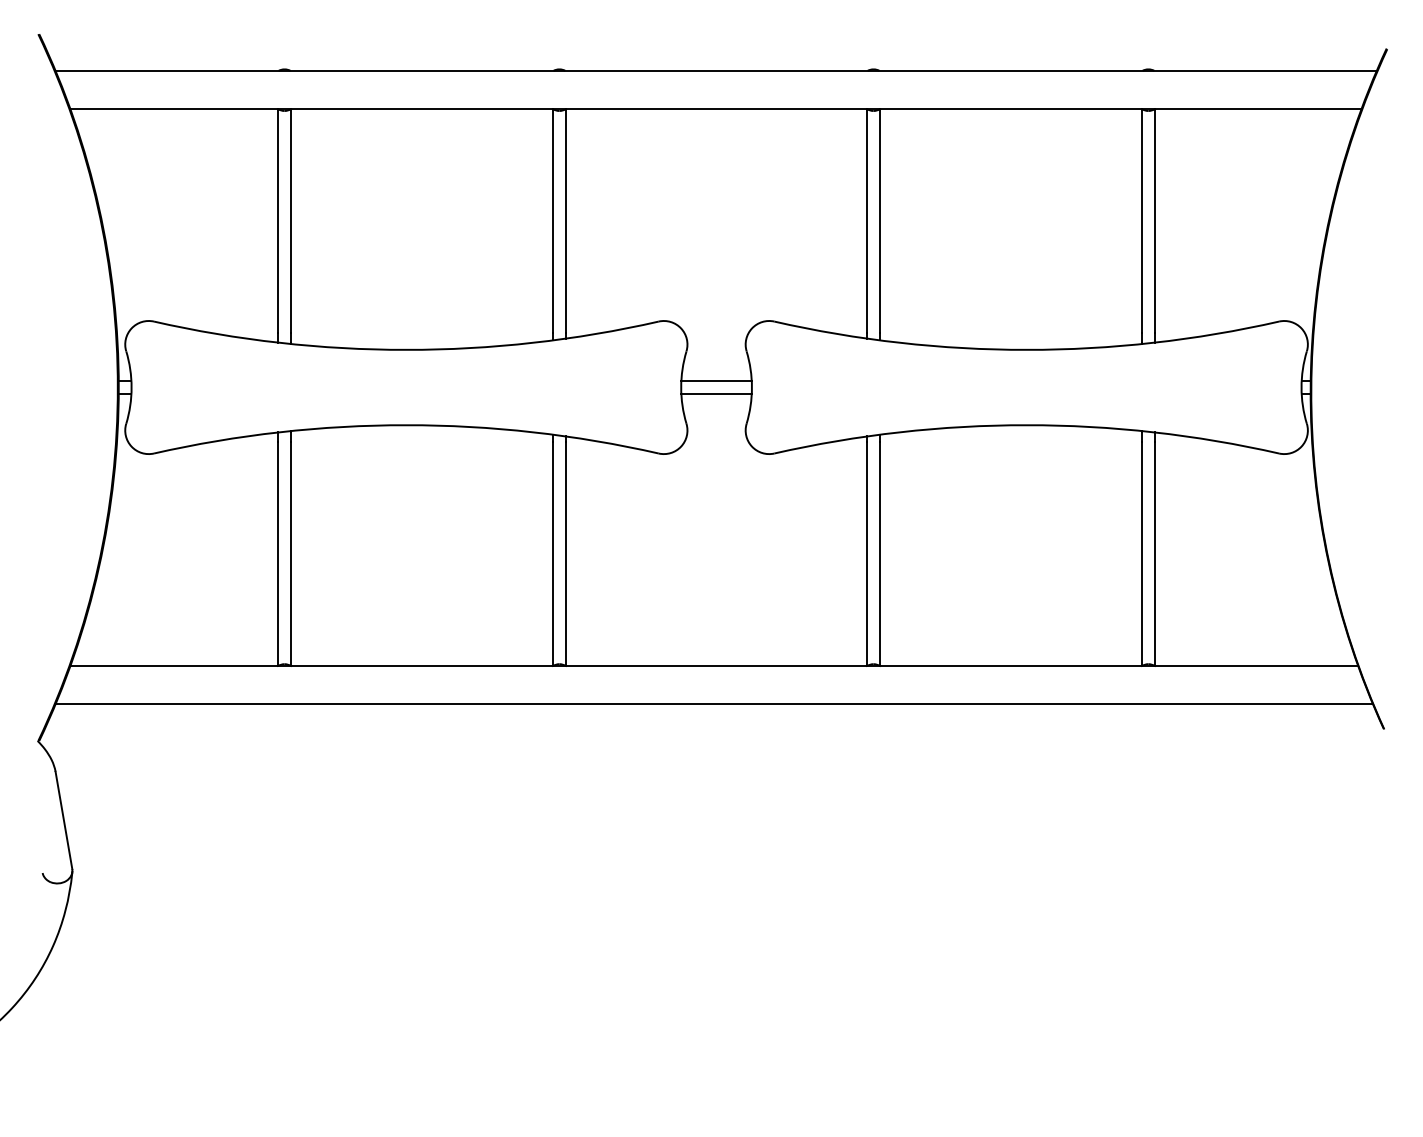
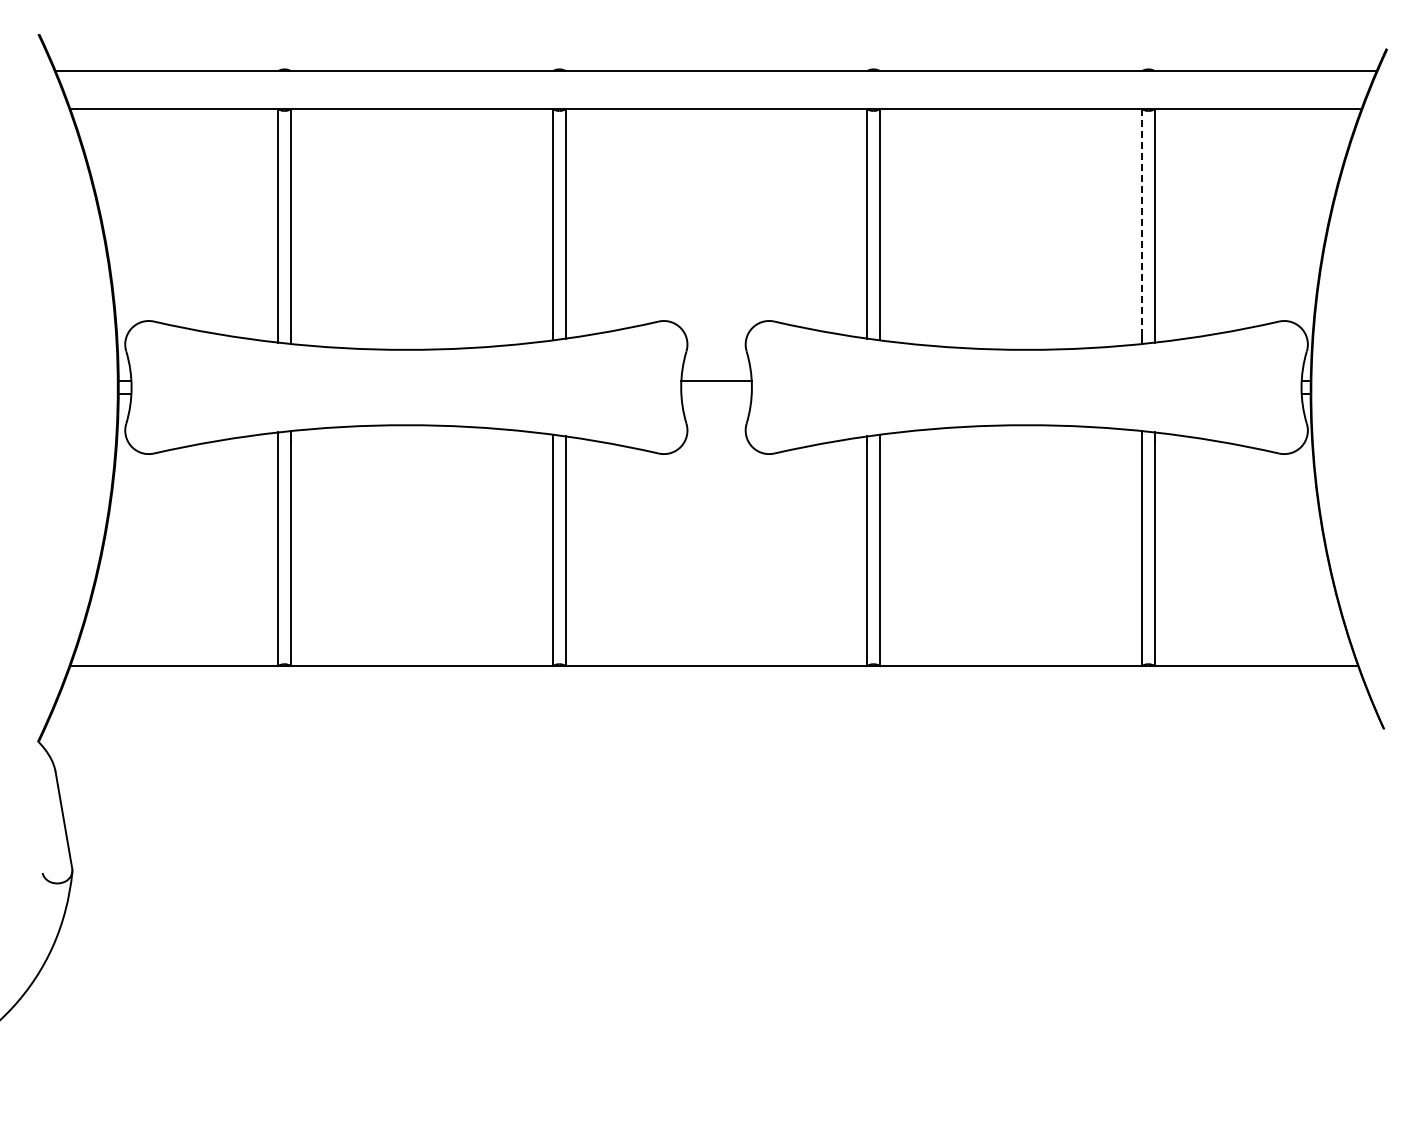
line at (1142, 221): solid -> dashed
line at (716, 393): present -> none
line at (714, 704): present -> none
